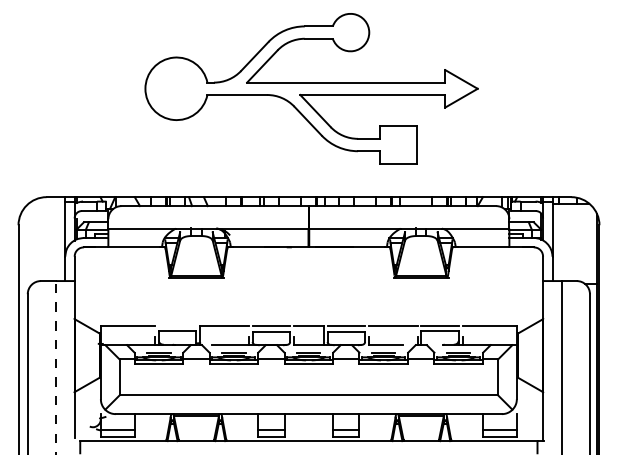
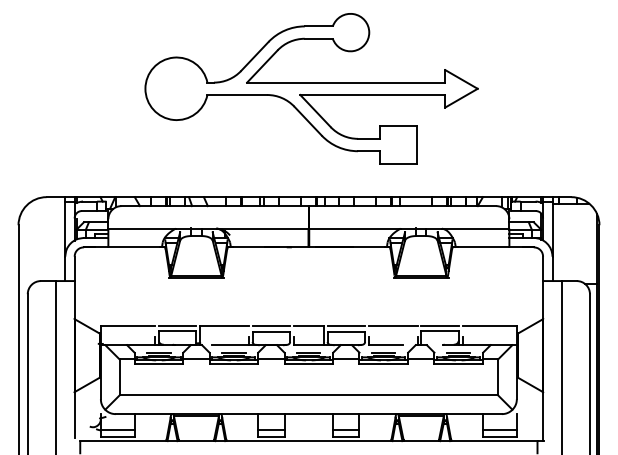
line at (177, 326): none -> present
line at (55, 367): dashed -> solid
